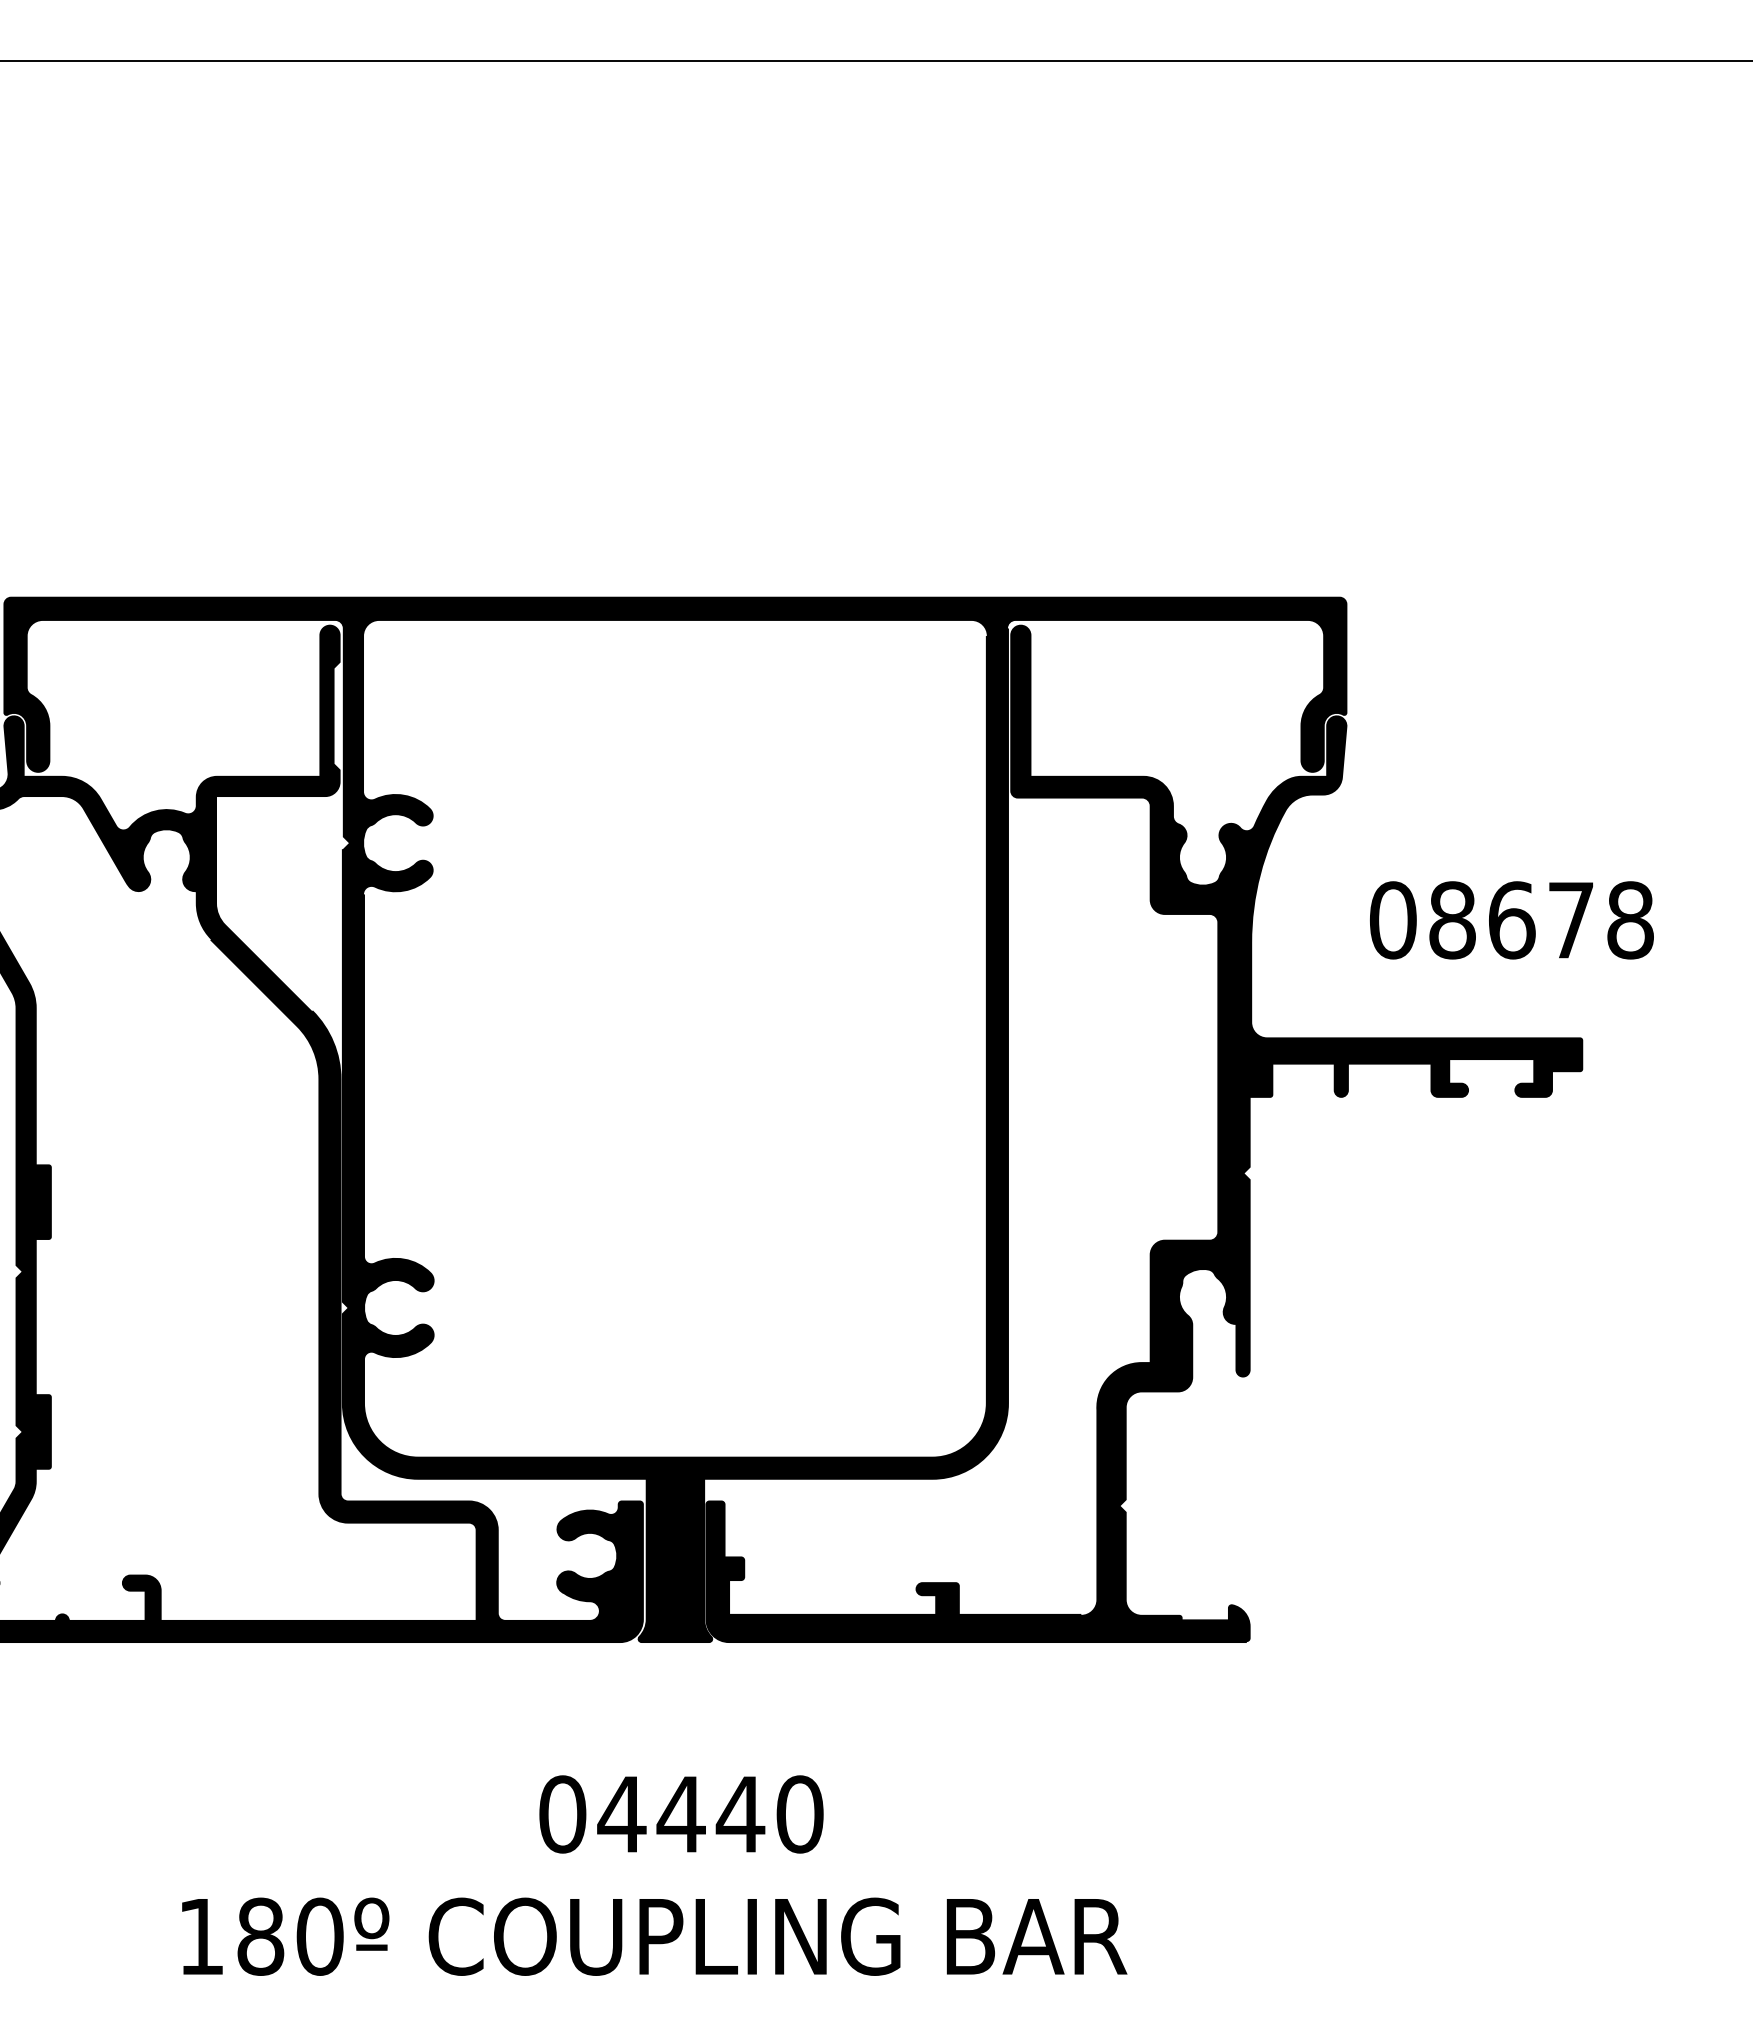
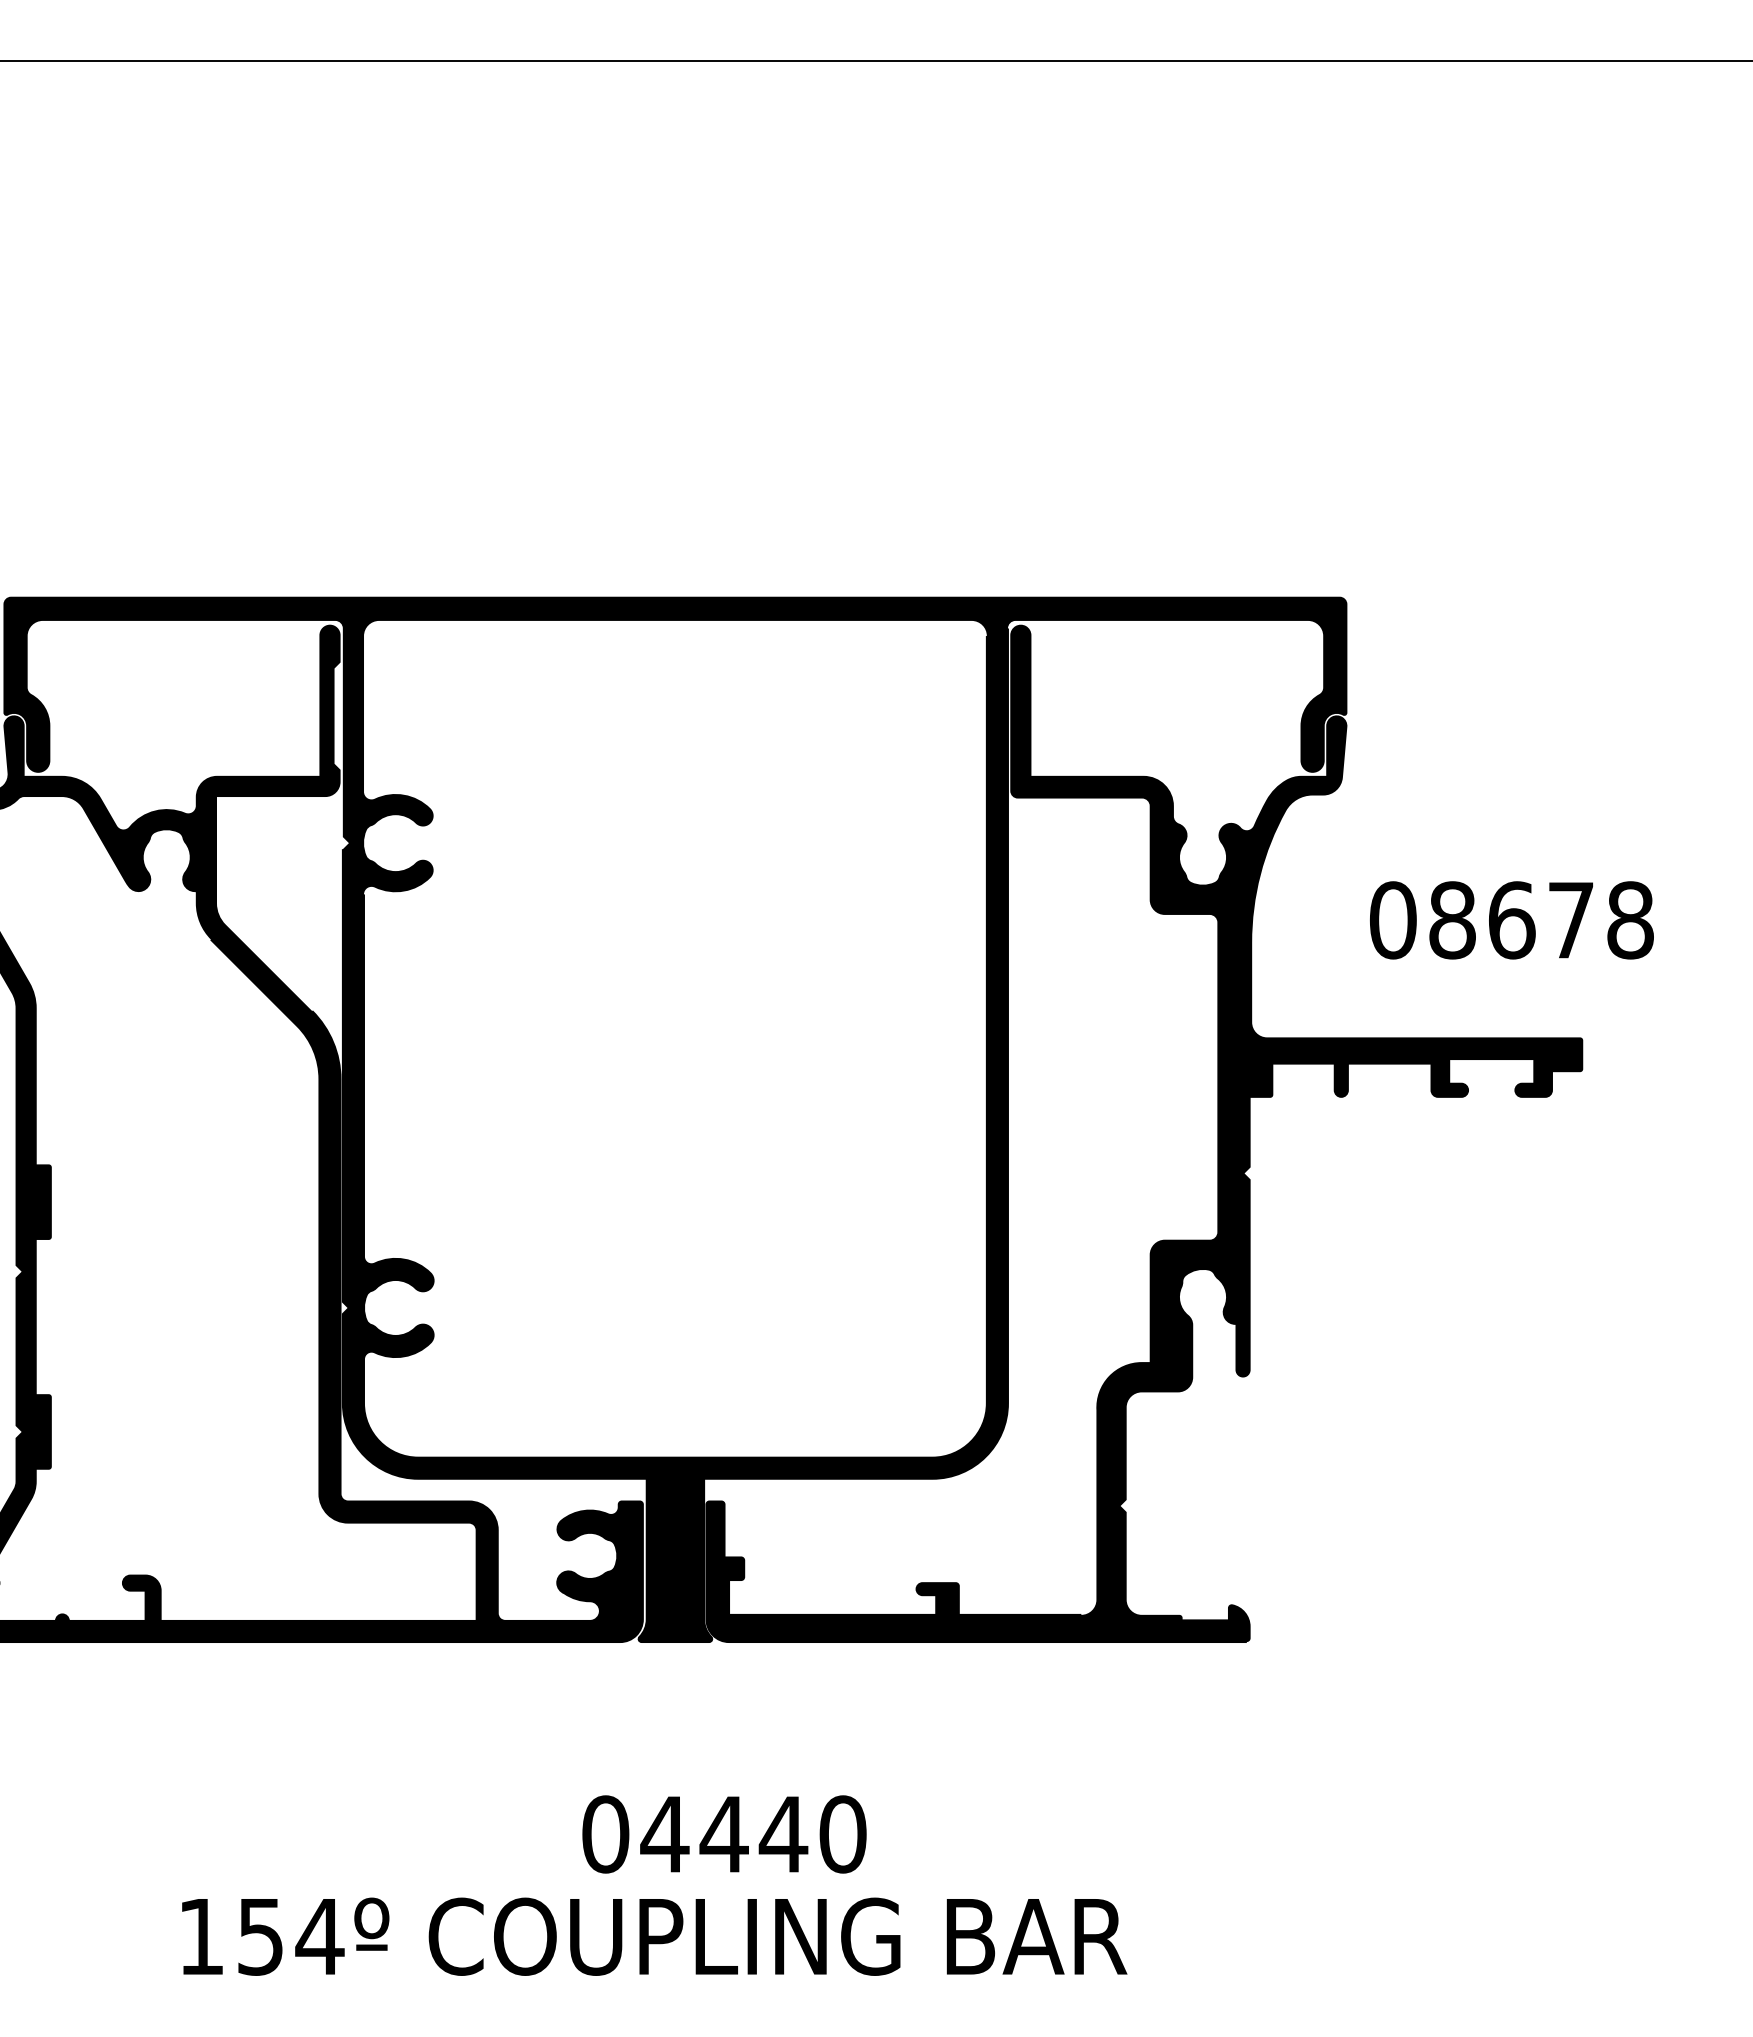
text at (681, 1814) position: (681, 1814) -> (724, 1834)
text at (290, 1936): 180º -> 154º
